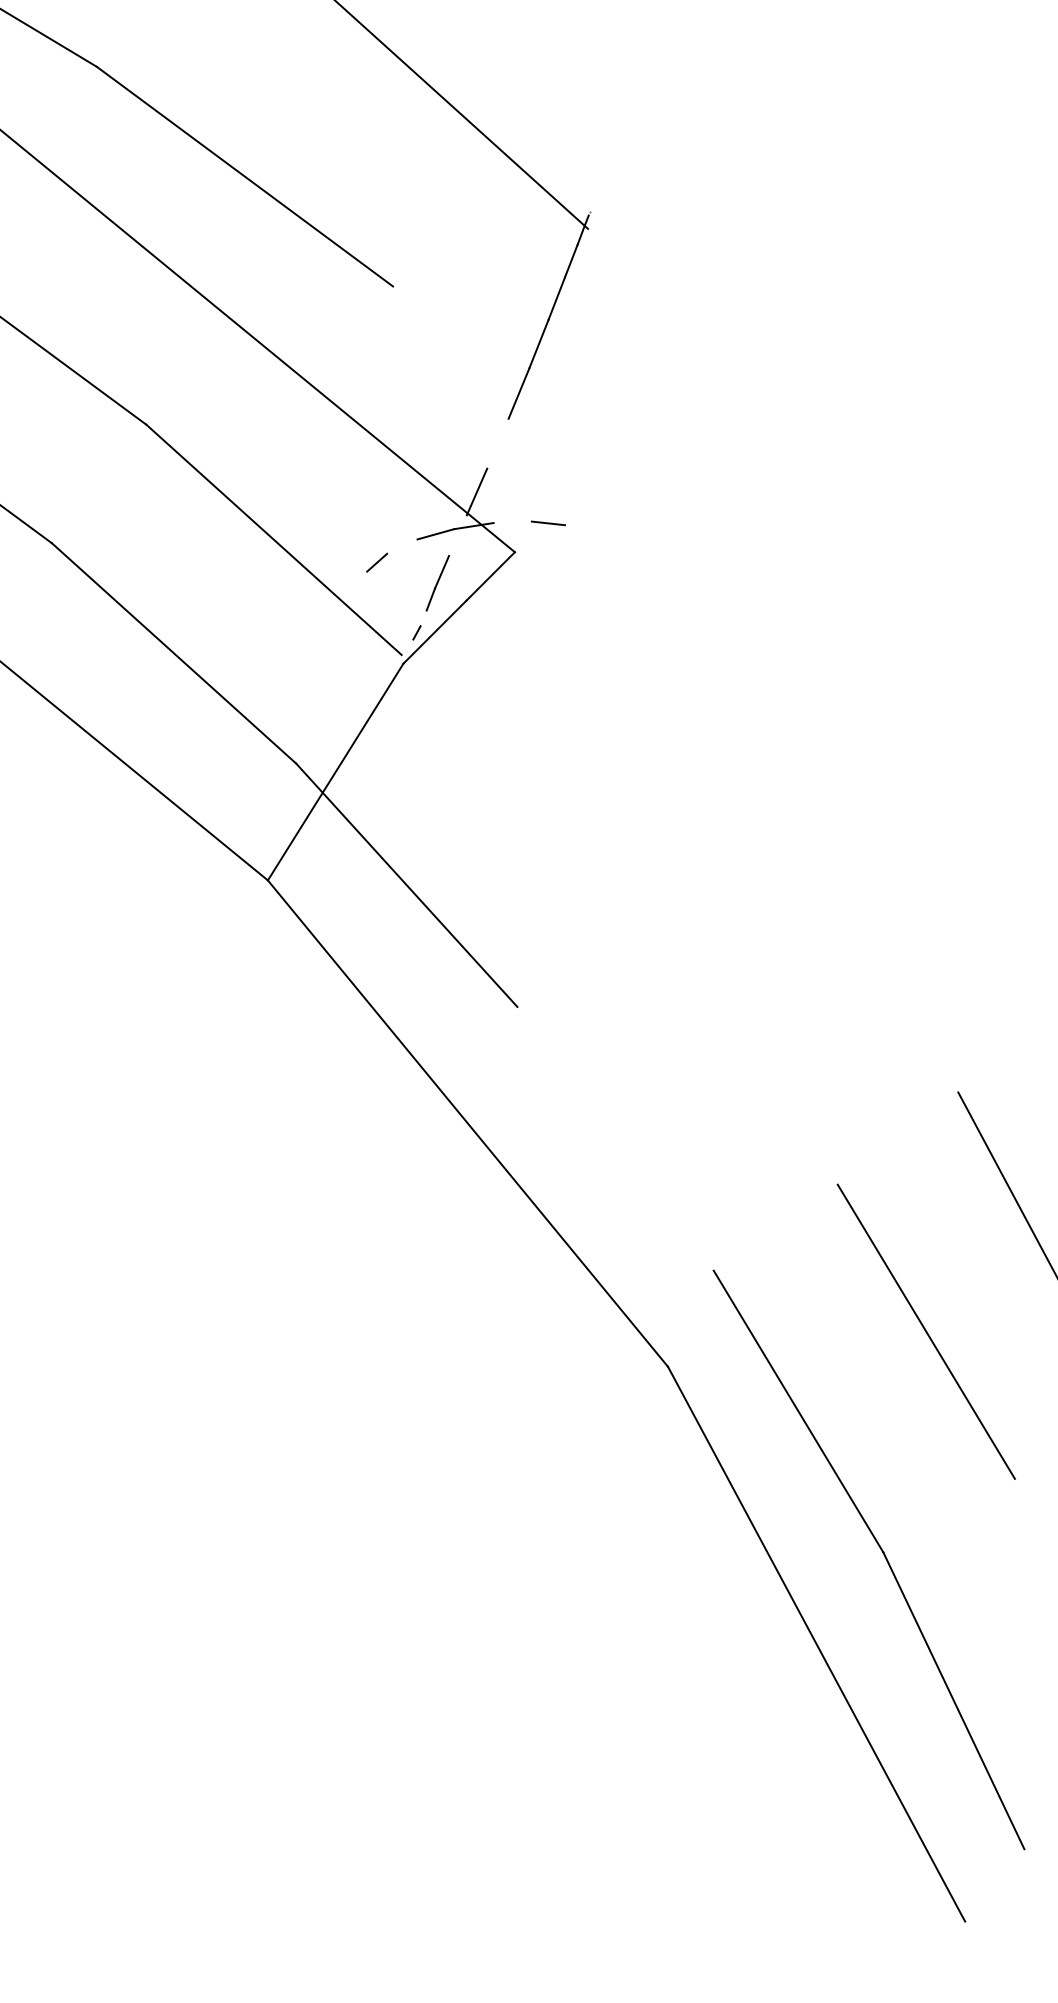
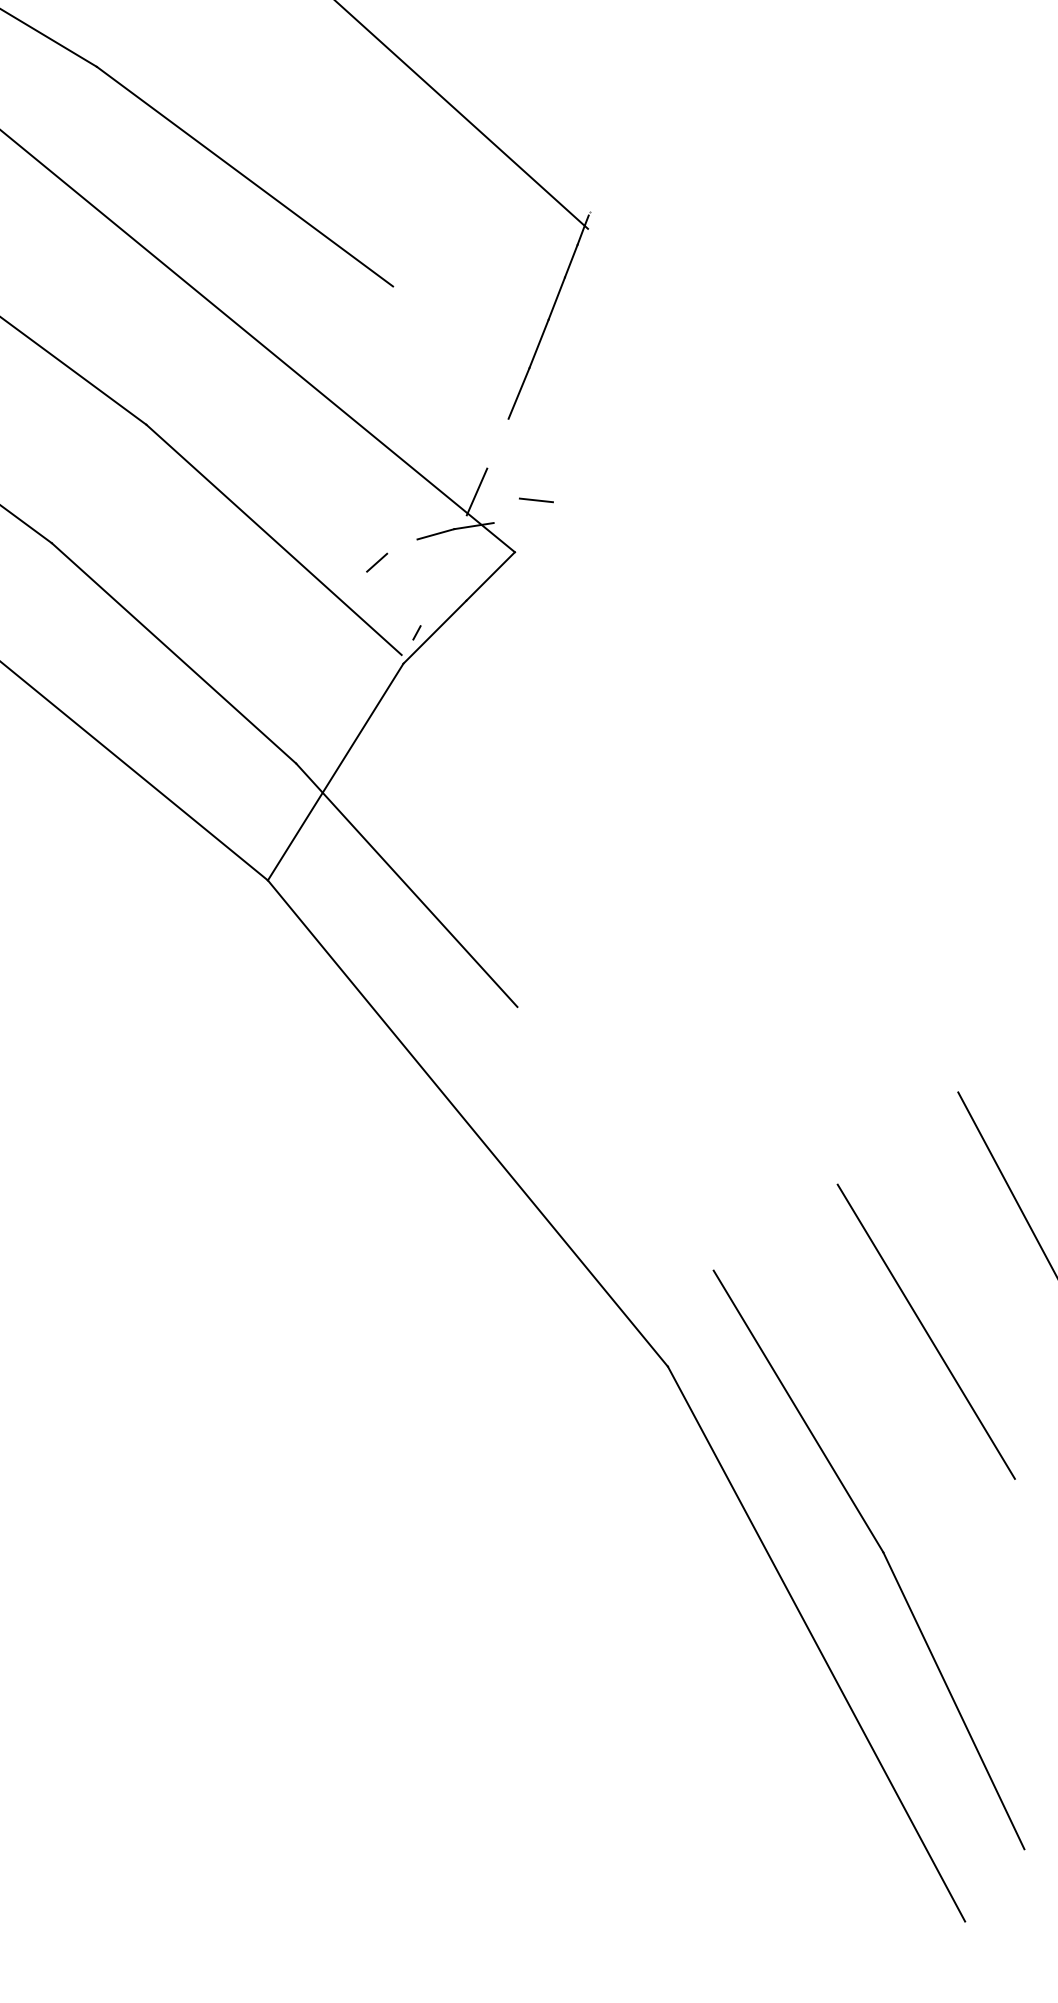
line at (548, 523) position: (548, 523) -> (536, 500)
line at (437, 583): present -> none
